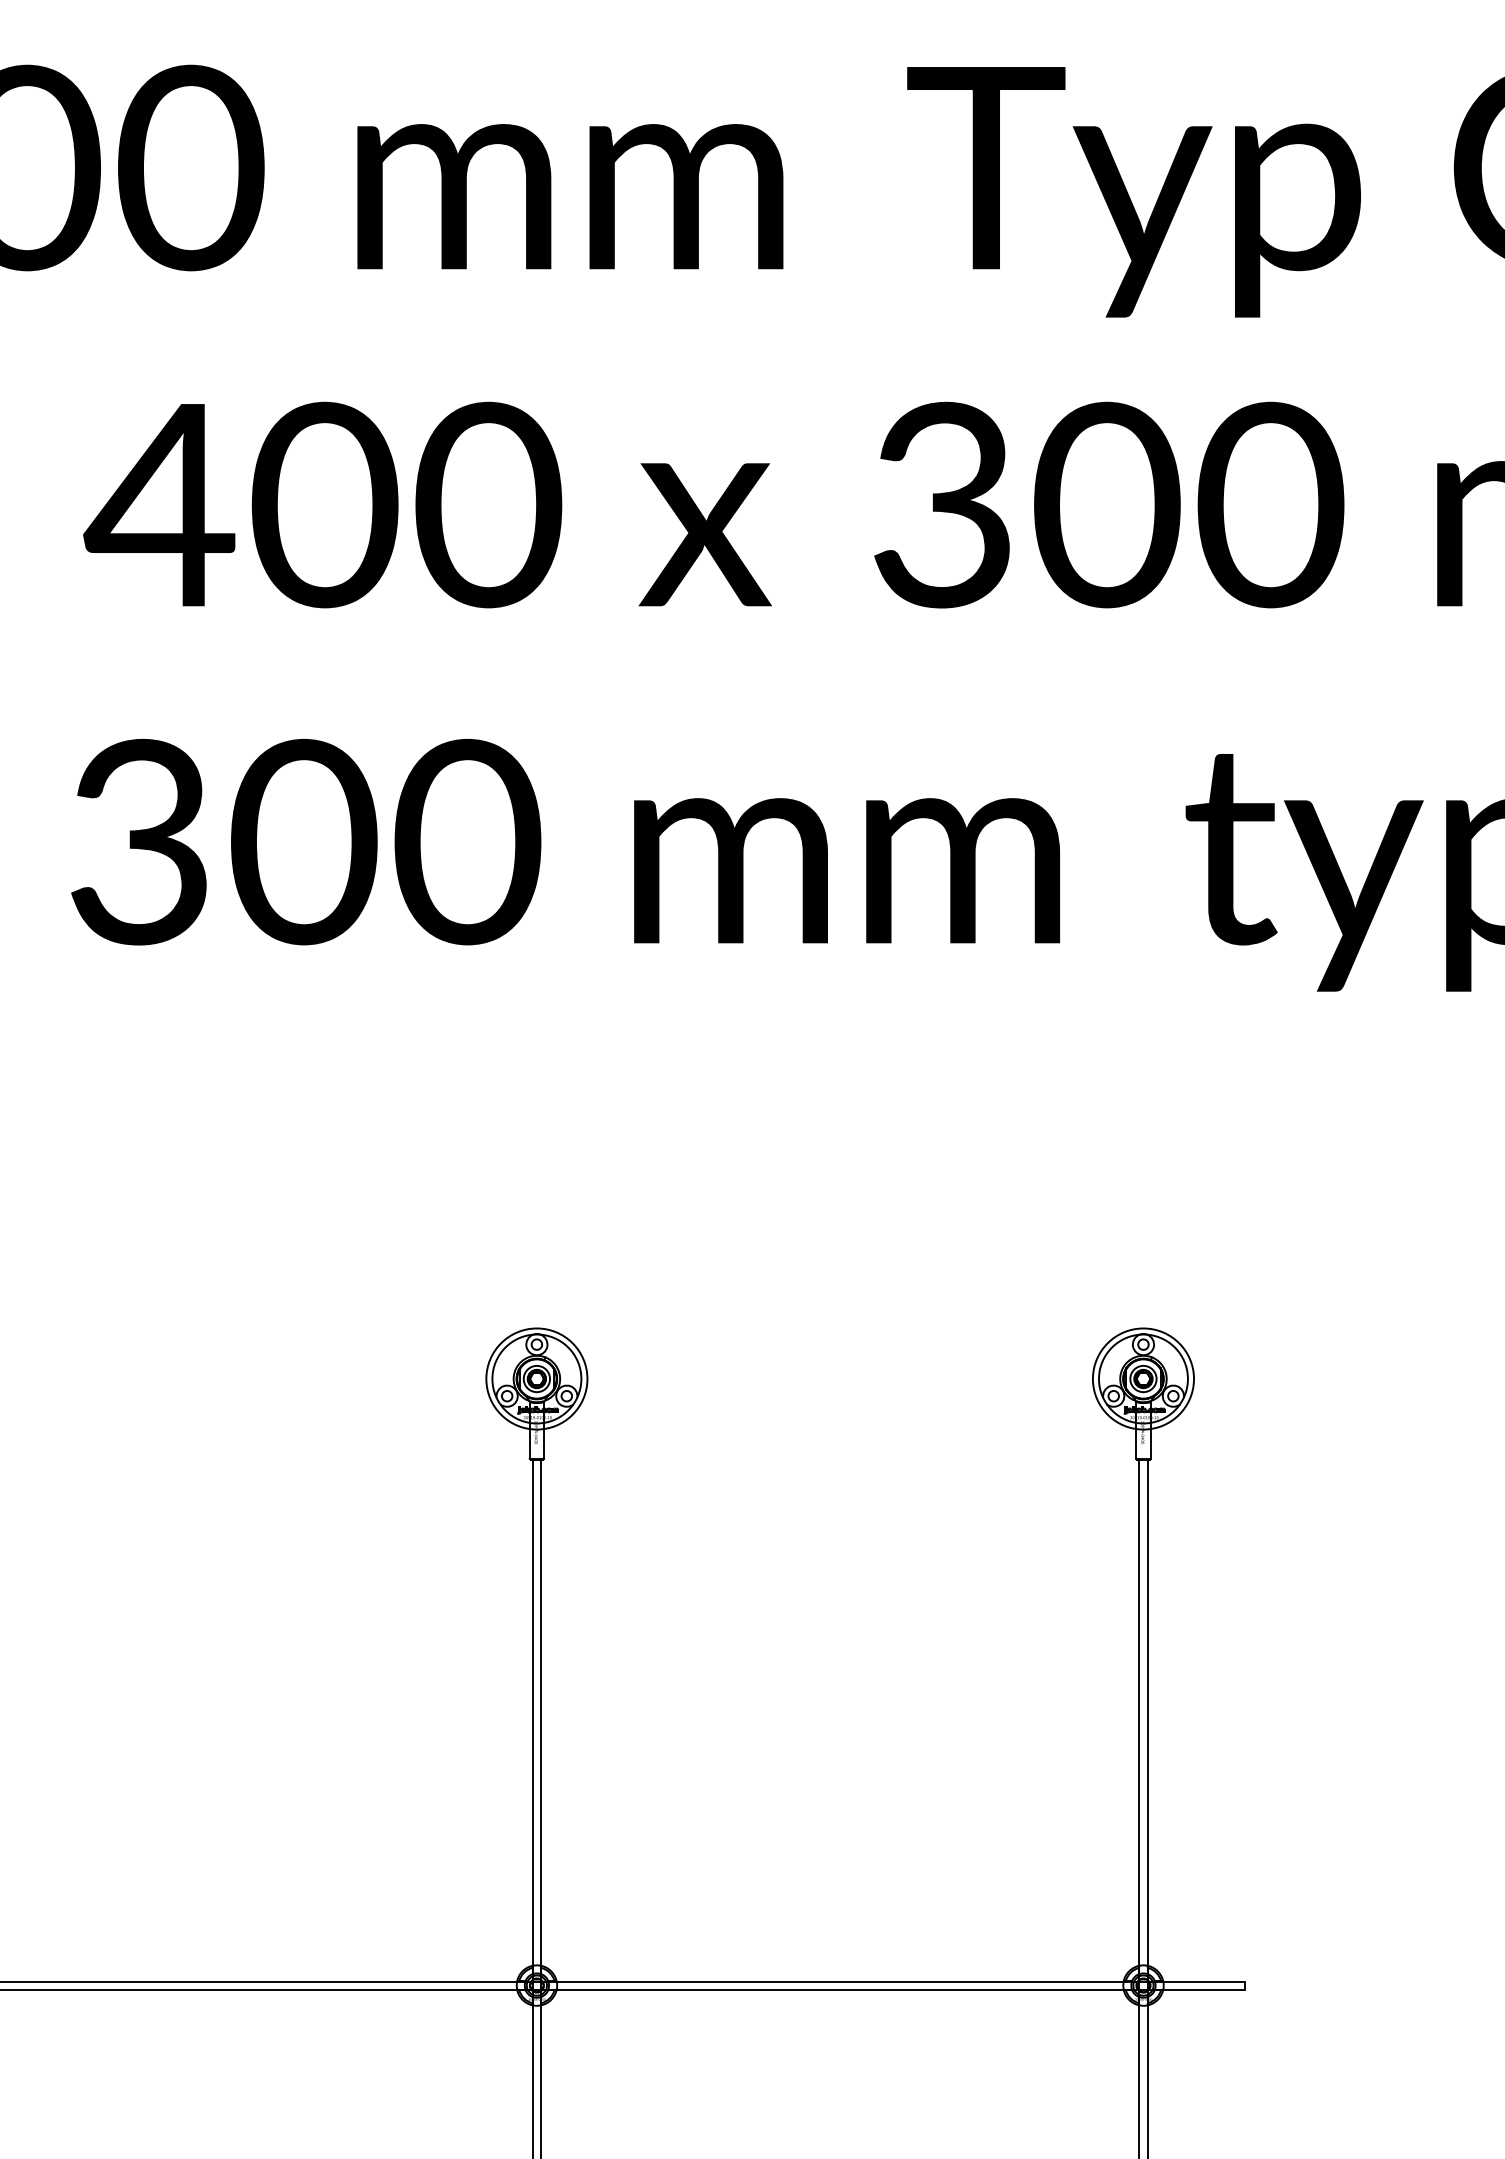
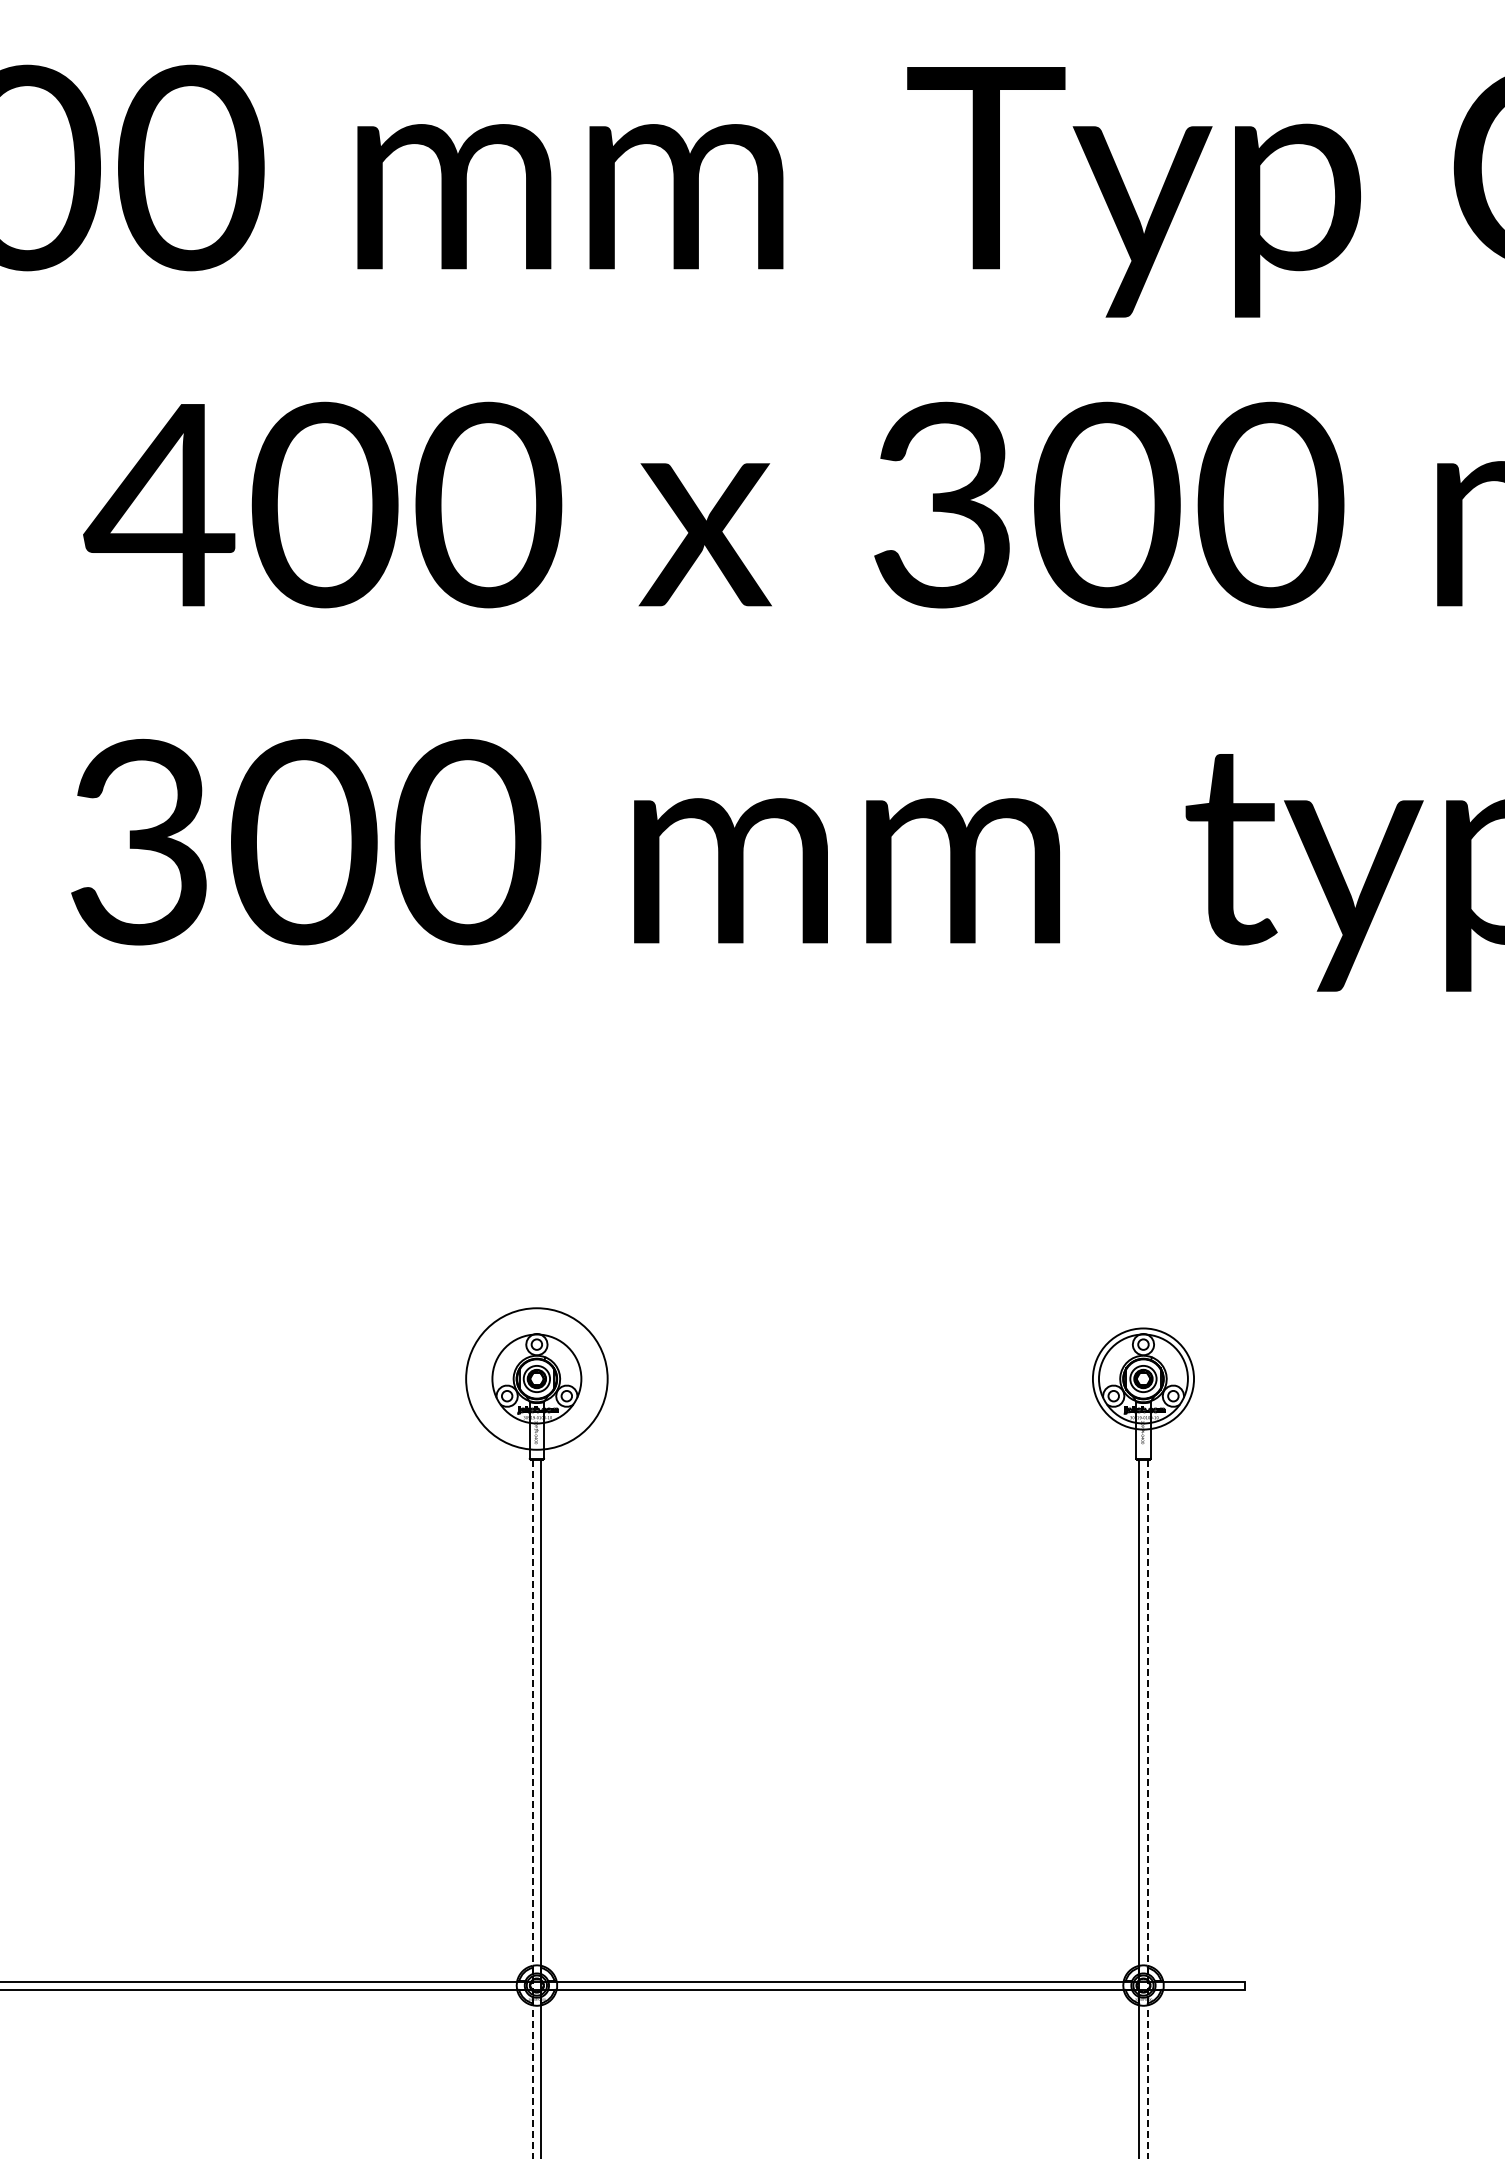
circle at (536, 1378) diameter: 101 px -> 142 px
line at (532, 1809): solid -> dashed
line at (1147, 1809): solid -> dashed
